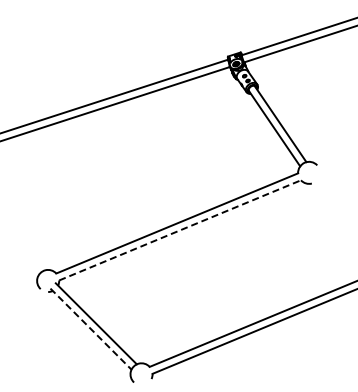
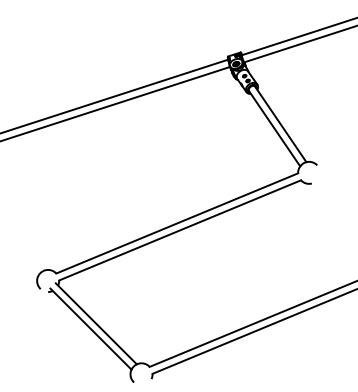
line at (180, 230): dashed -> solid
line at (91, 329): dashed -> solid
